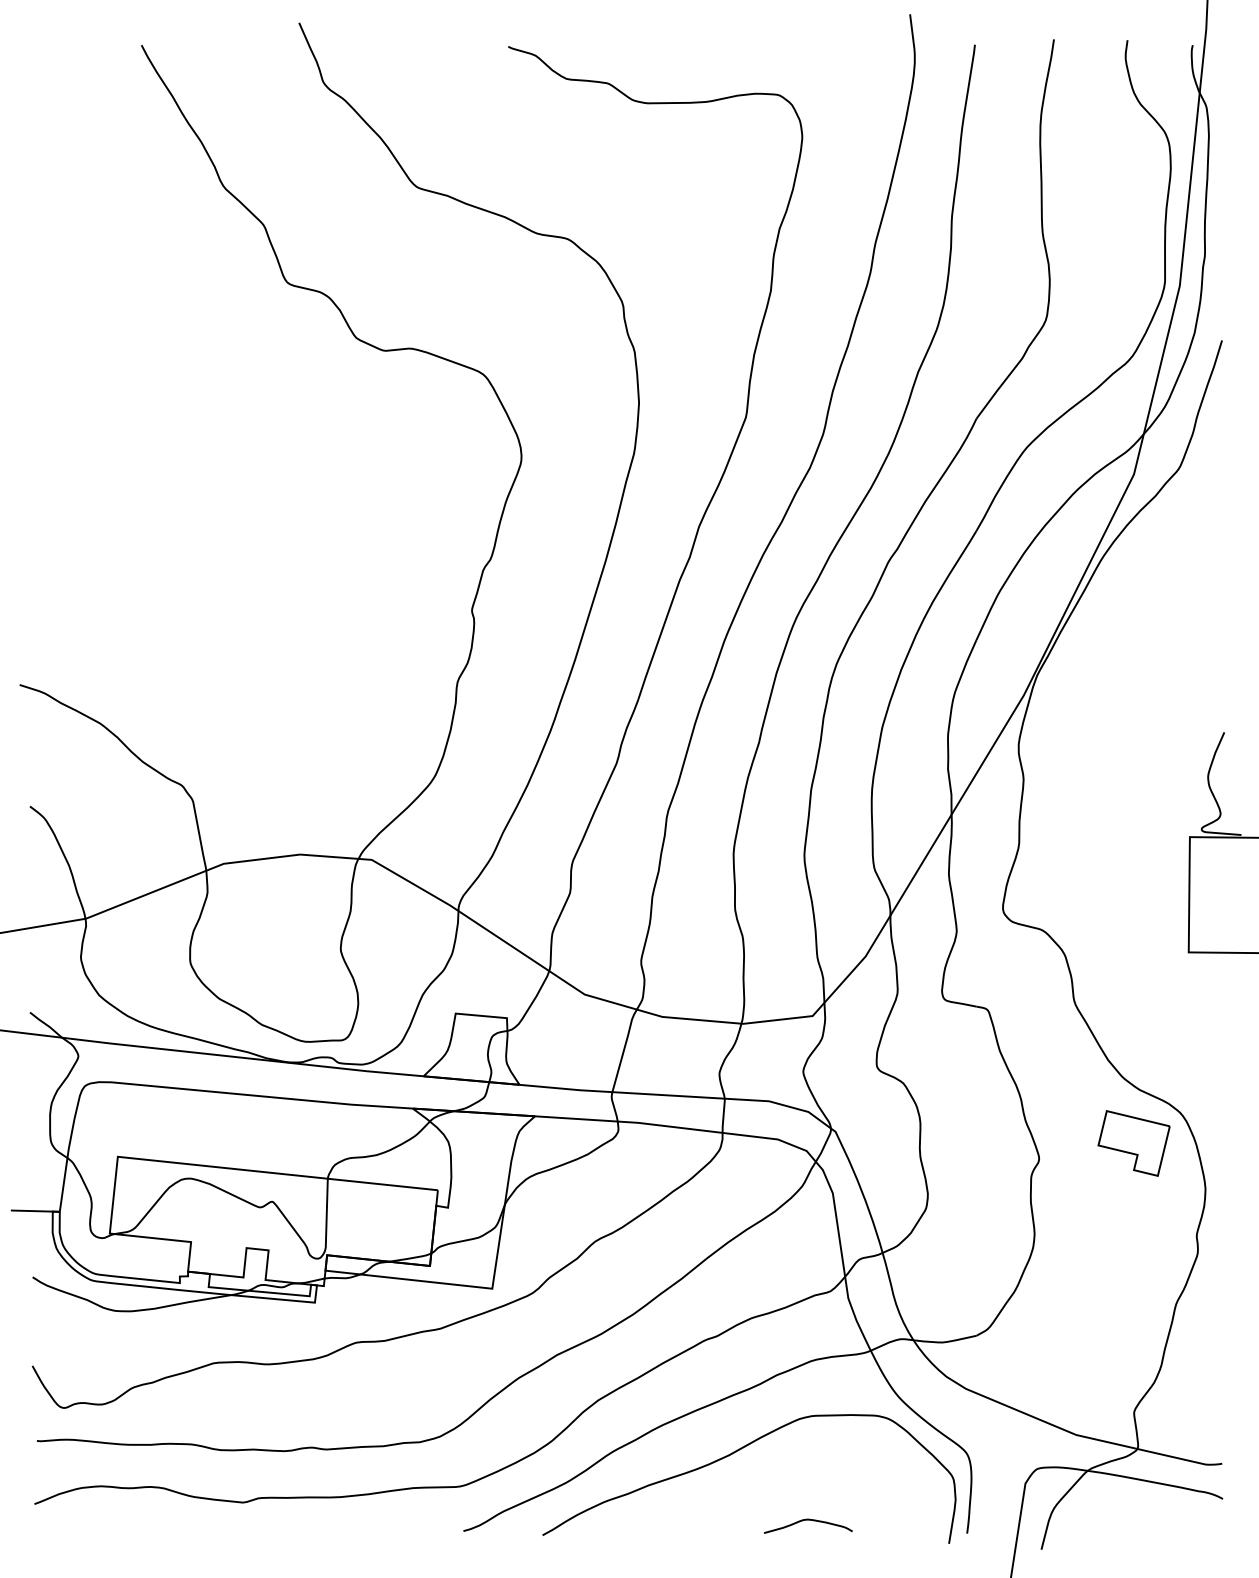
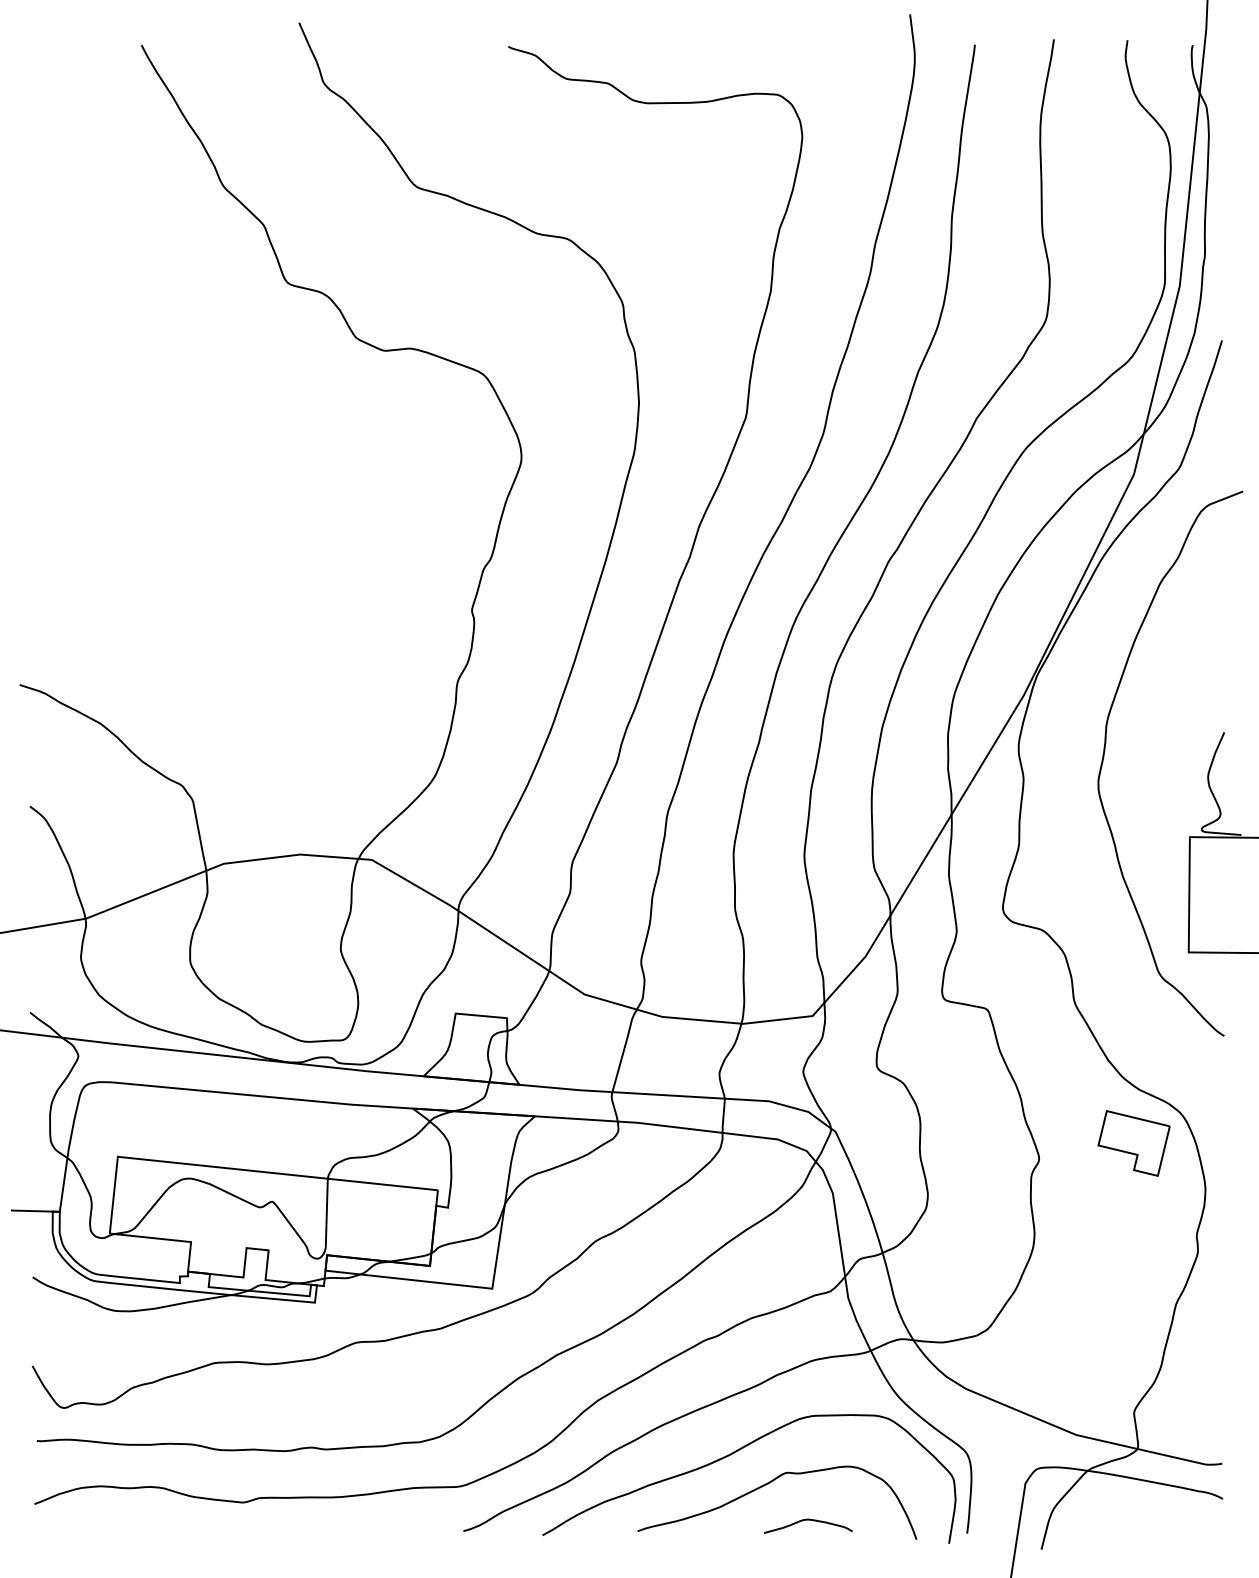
curve at (1105, 751): none -> present
curve at (768, 1484): none -> present
